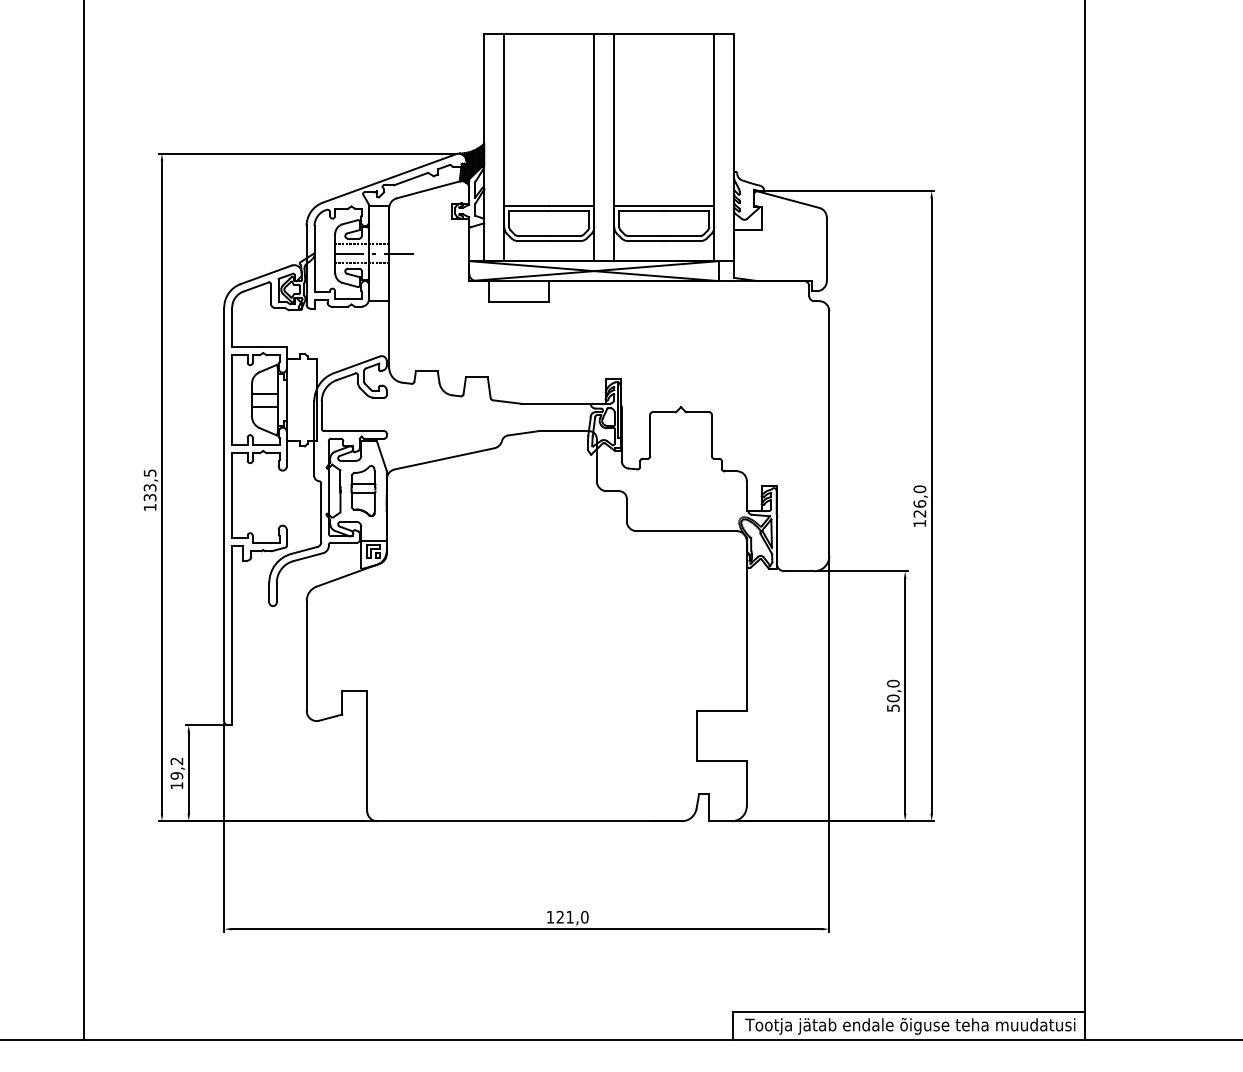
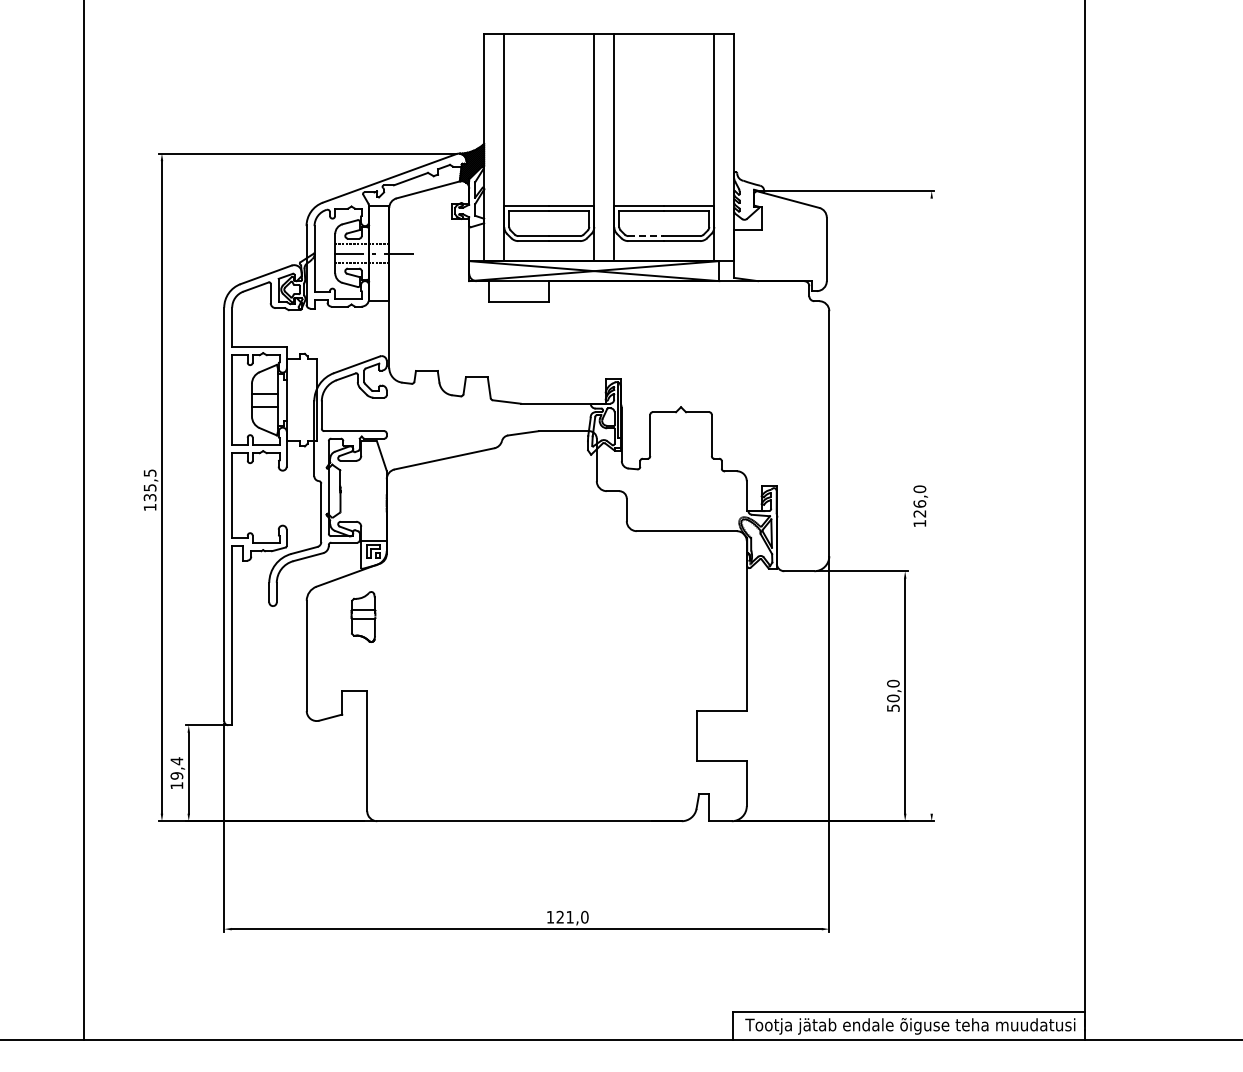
line at (646, 236): solid -> dashed
text at (149, 487): 133,5 -> 135,5
part at (363, 490) position: (363, 490) -> (363, 616)
line at (931, 505): present -> none
text at (176, 761): 19,2 -> 19,4
